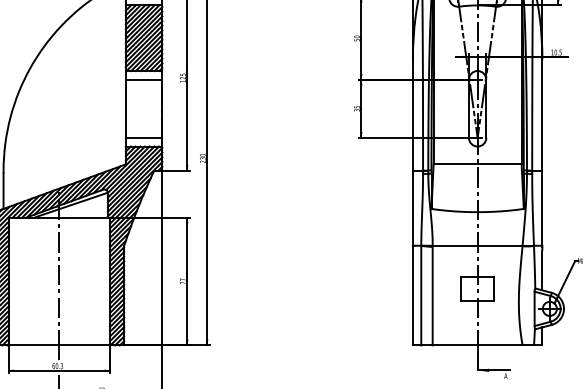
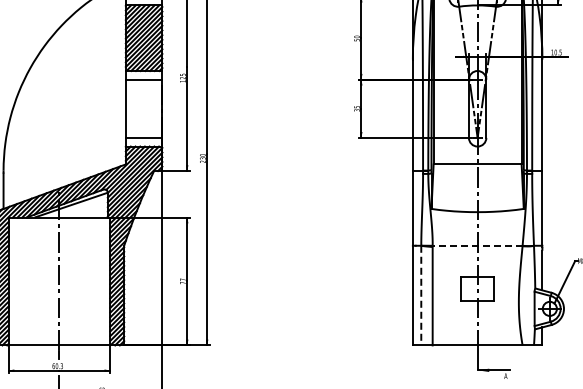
line at (477, 245): solid -> dashed
line at (421, 295): solid -> dashed
